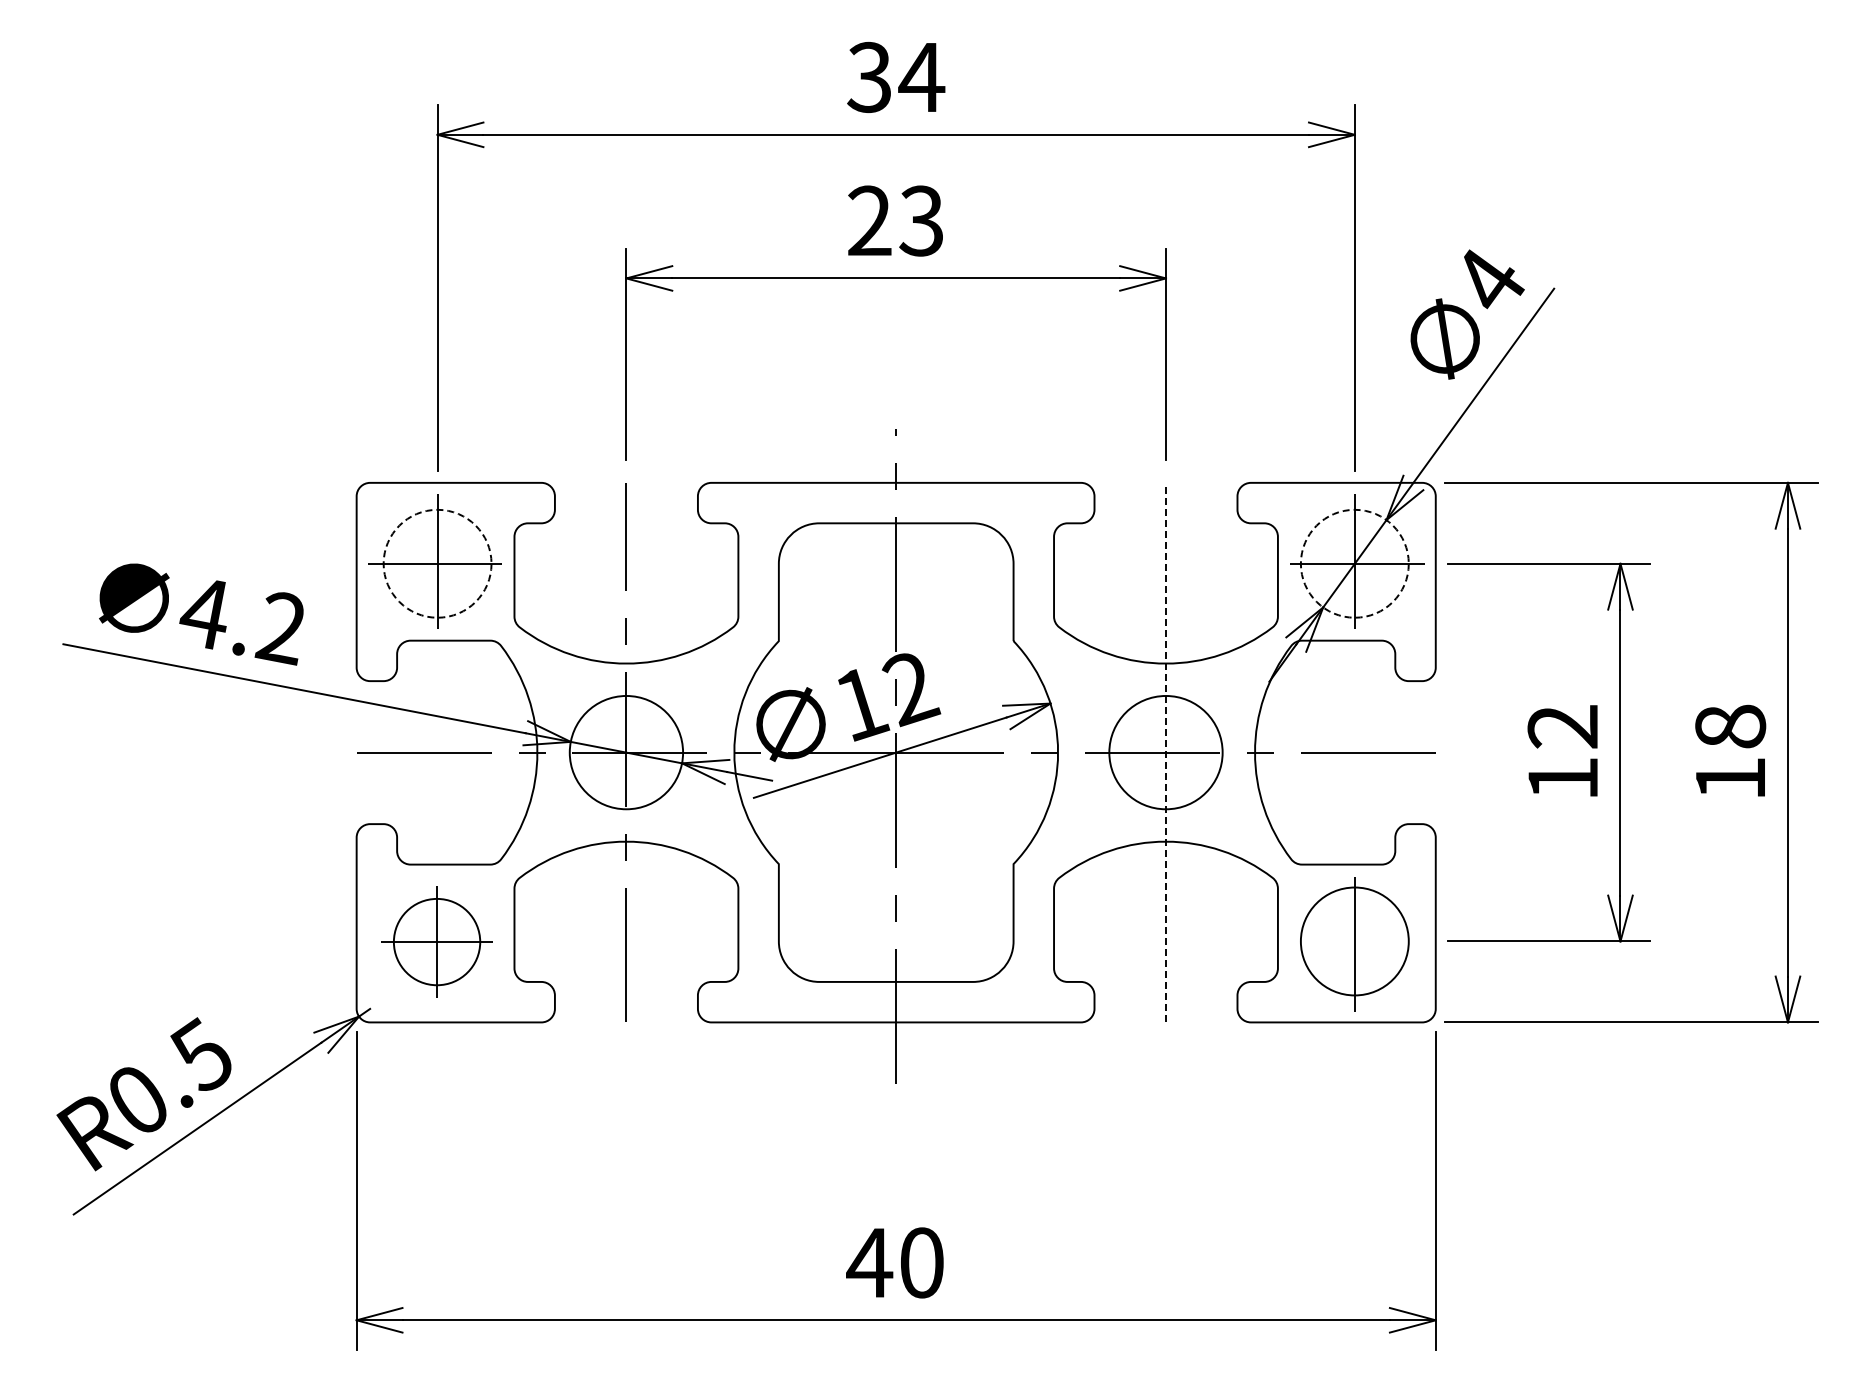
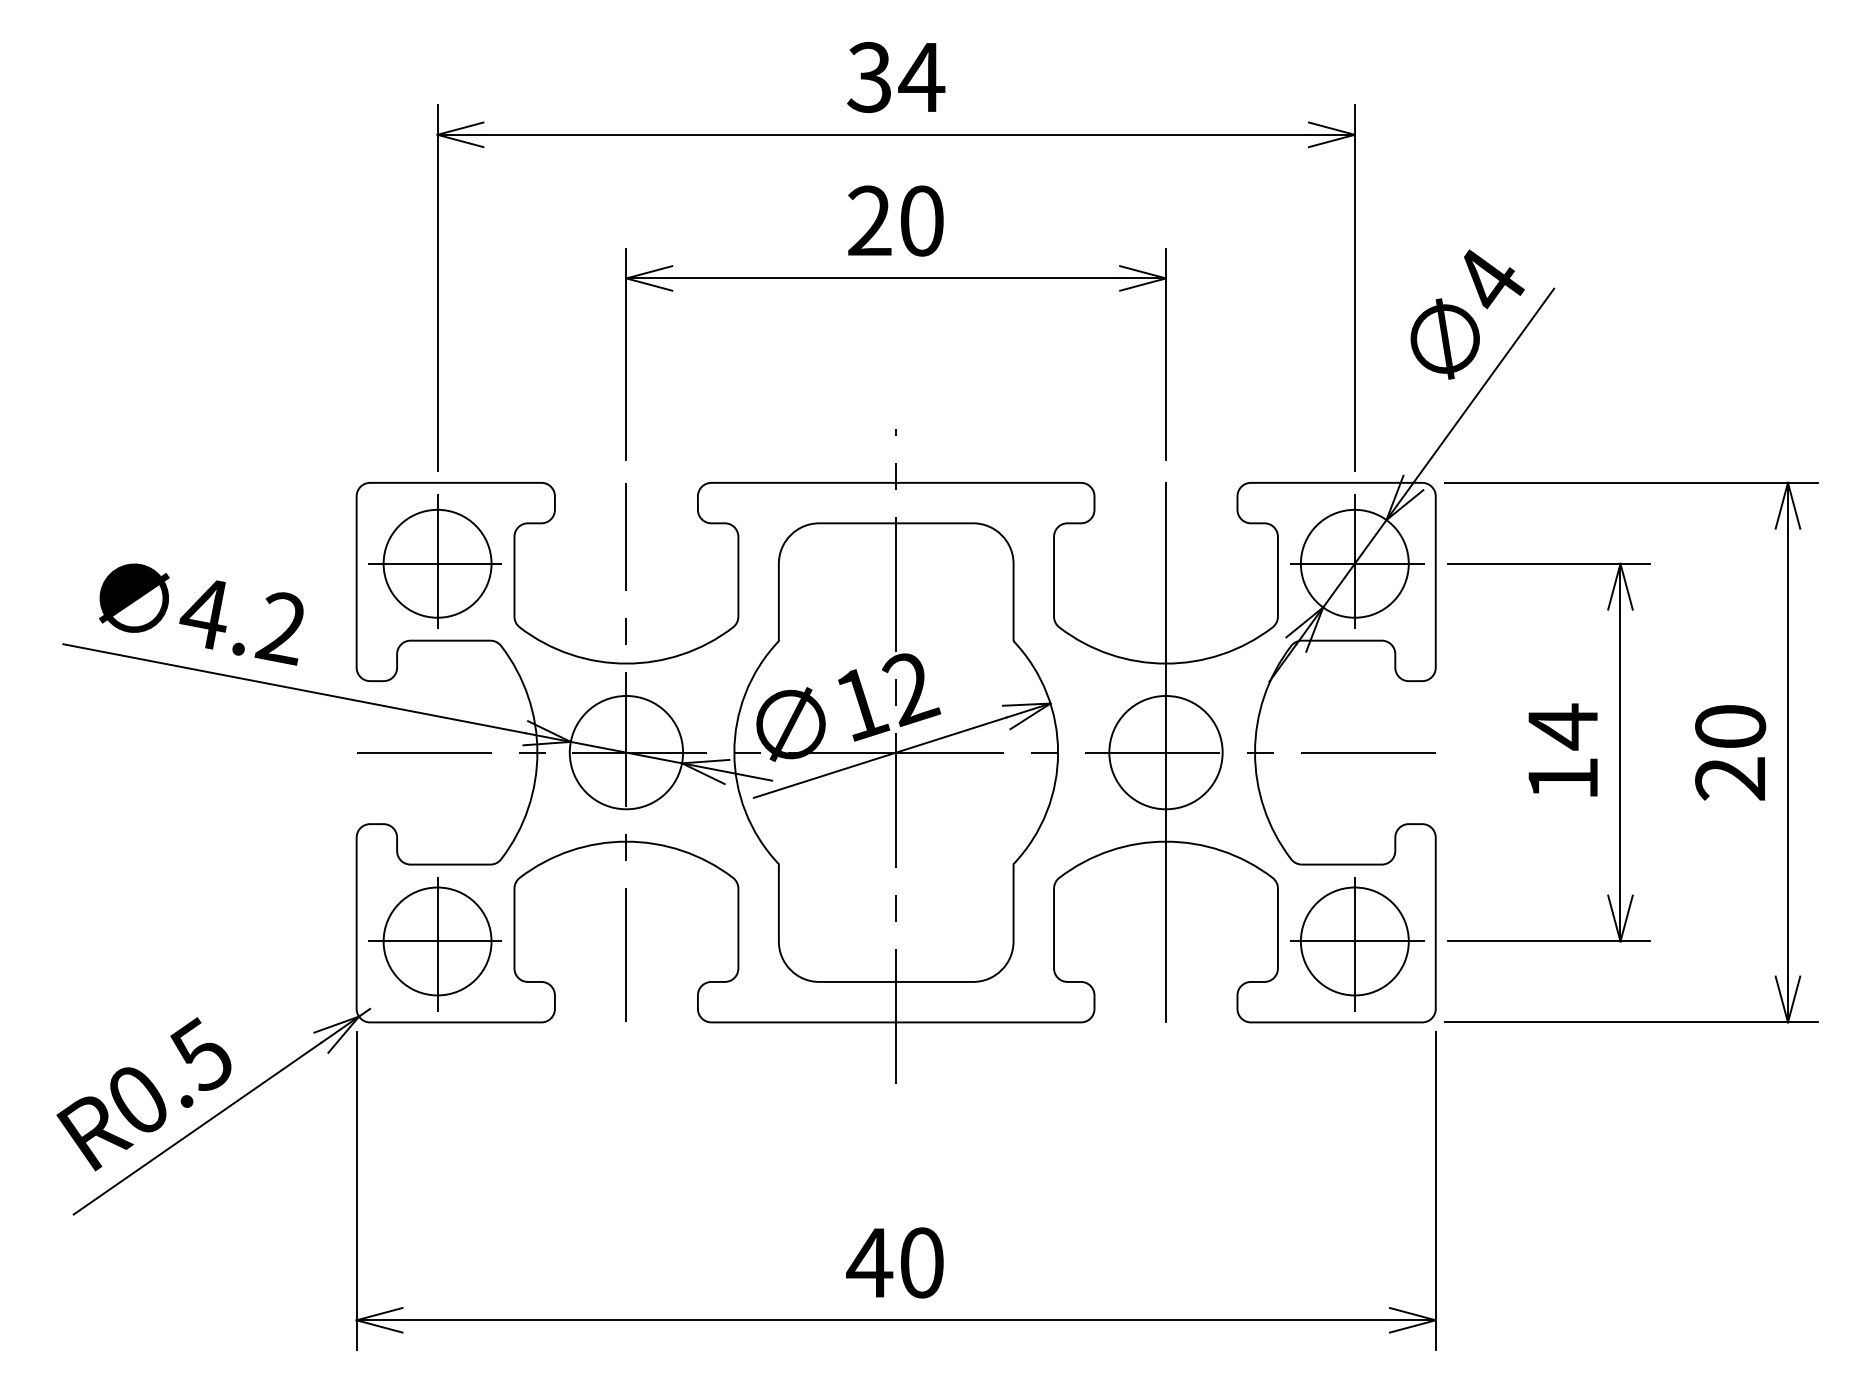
text at (921, 220): 23 -> 20
circle at (437, 563): dashed -> solid
circle at (1354, 563): dashed -> solid
text at (1562, 726): 12 -> 14
line at (1165, 752): dashed -> solid
text at (1730, 752): 18 -> 20
part at (436, 941) size: 112x112 px -> 134x135 px
line at (1354, 941): none -> present
